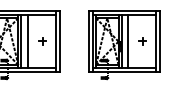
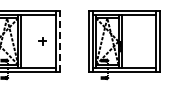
line at (27, 41): present -> none
line at (60, 41): solid -> dashed
line at (127, 41): present -> none
part at (142, 41): present -> none
